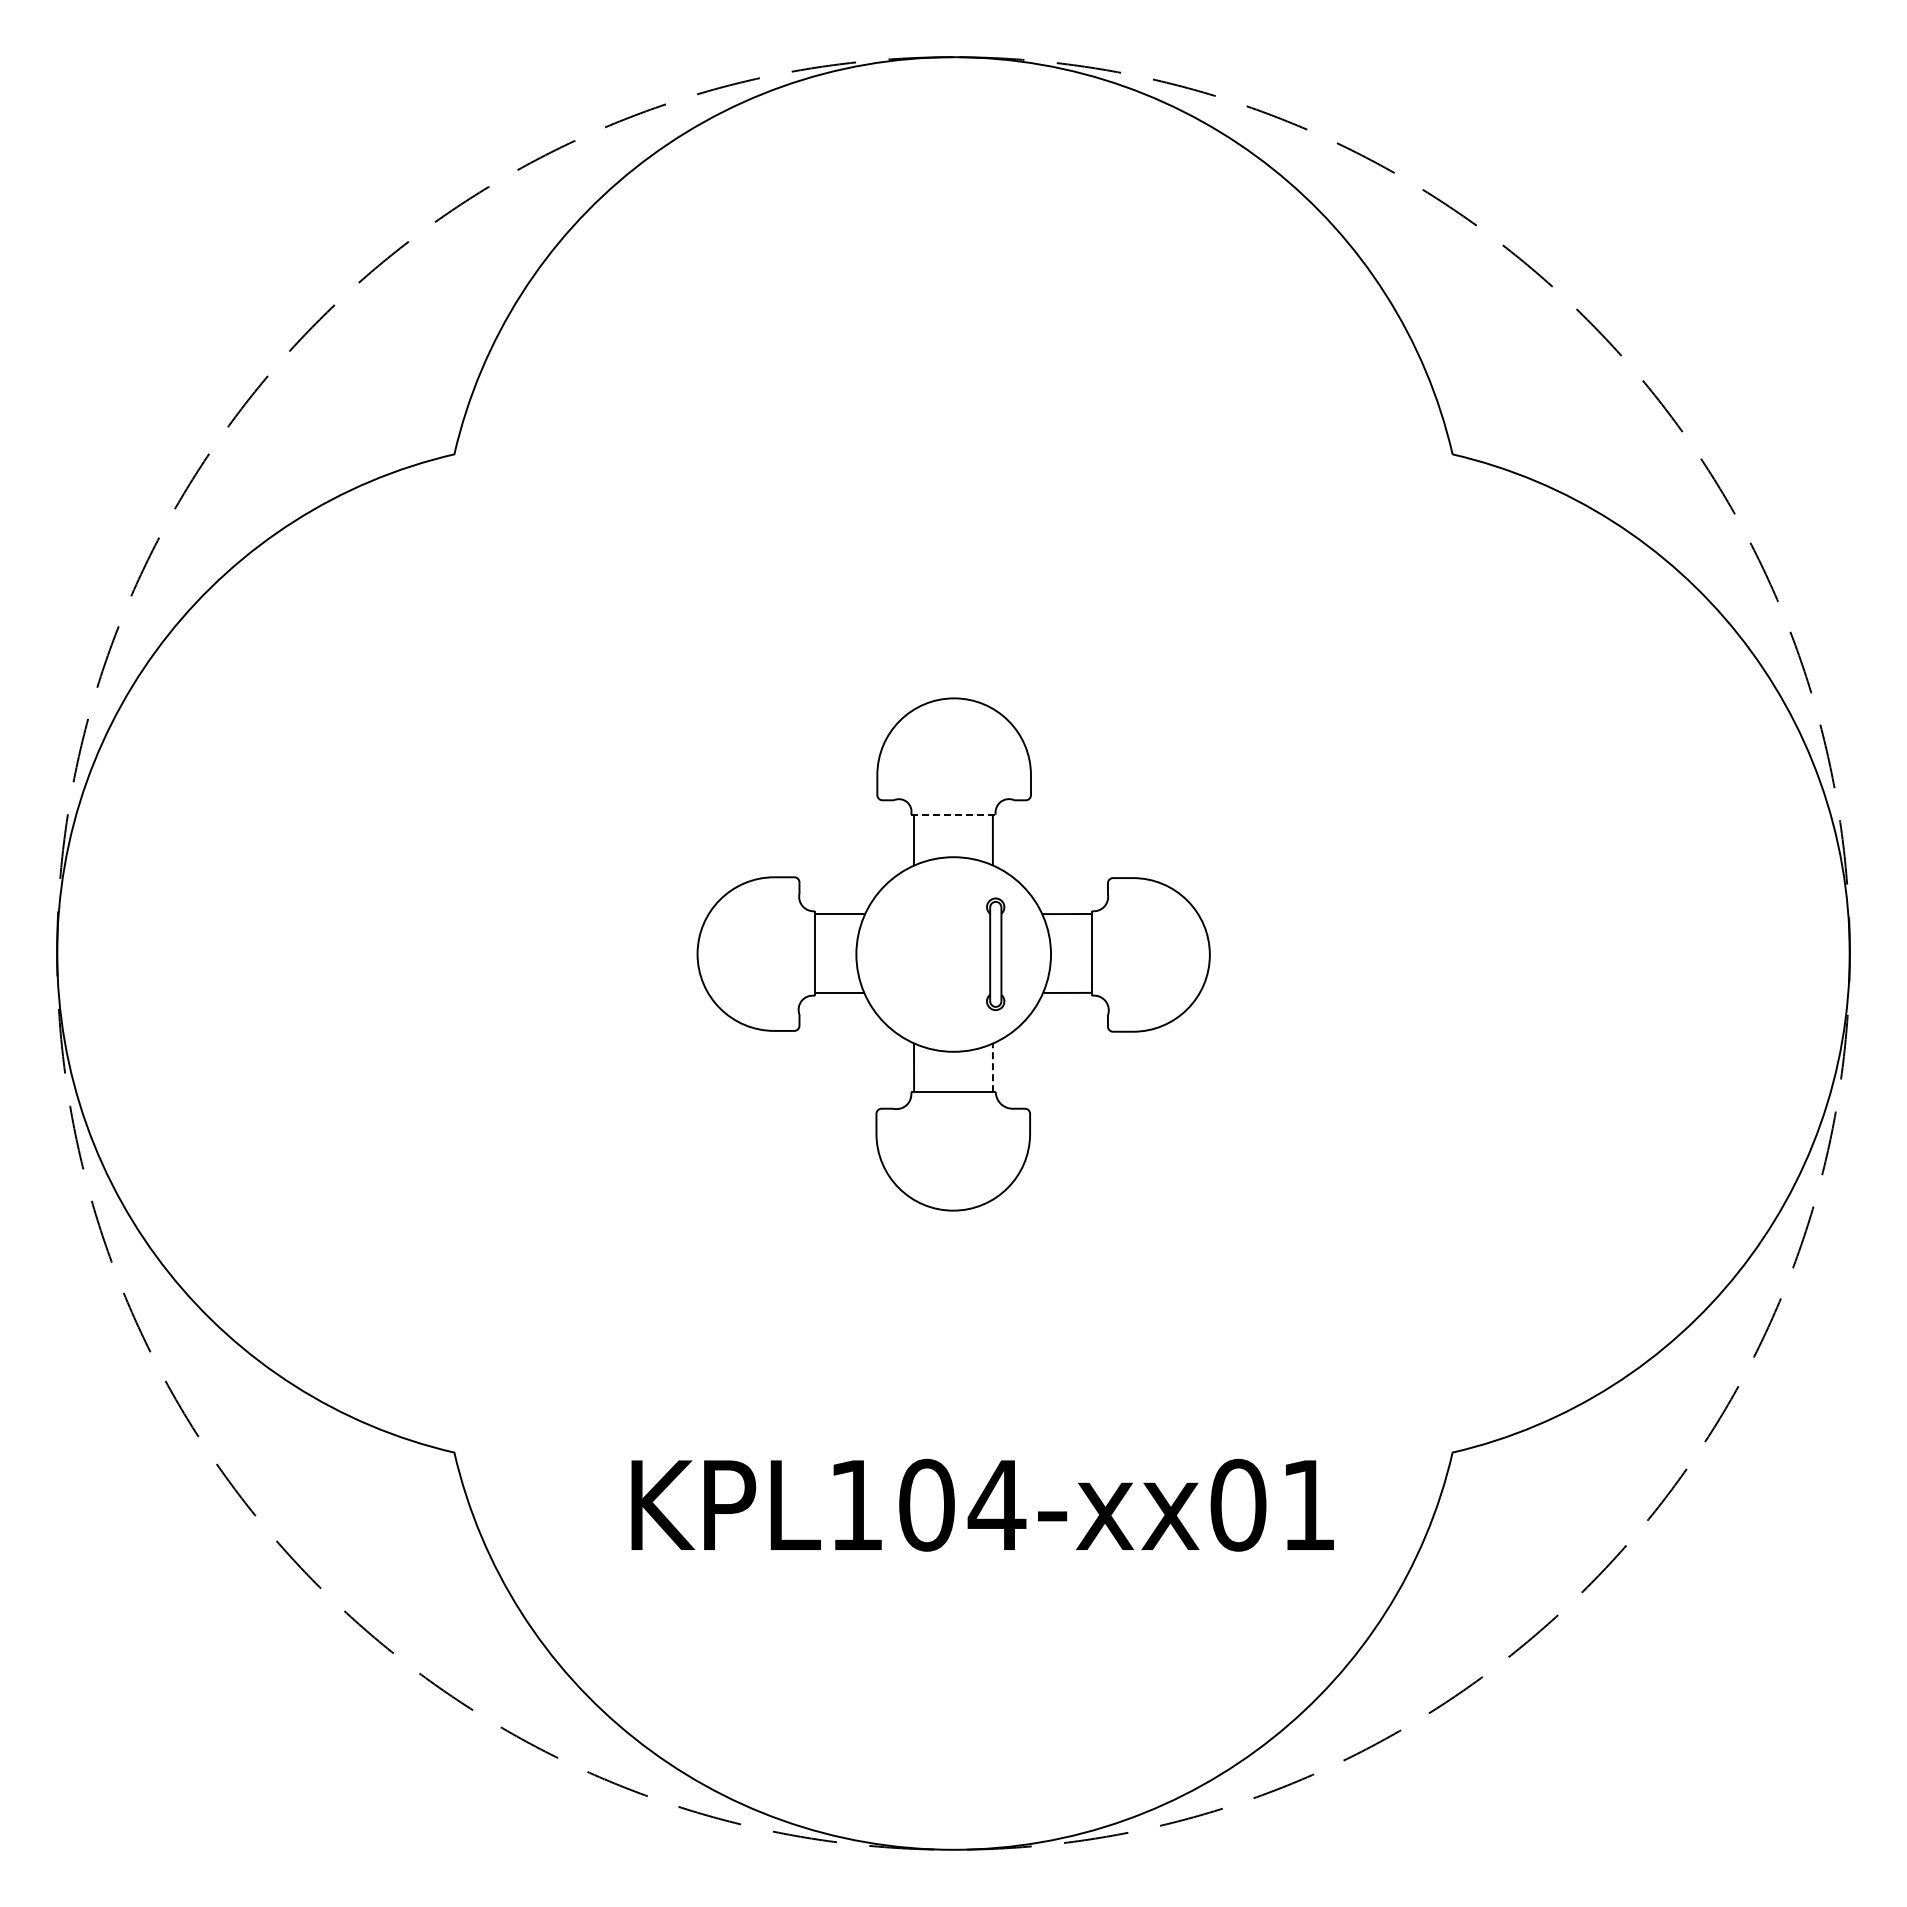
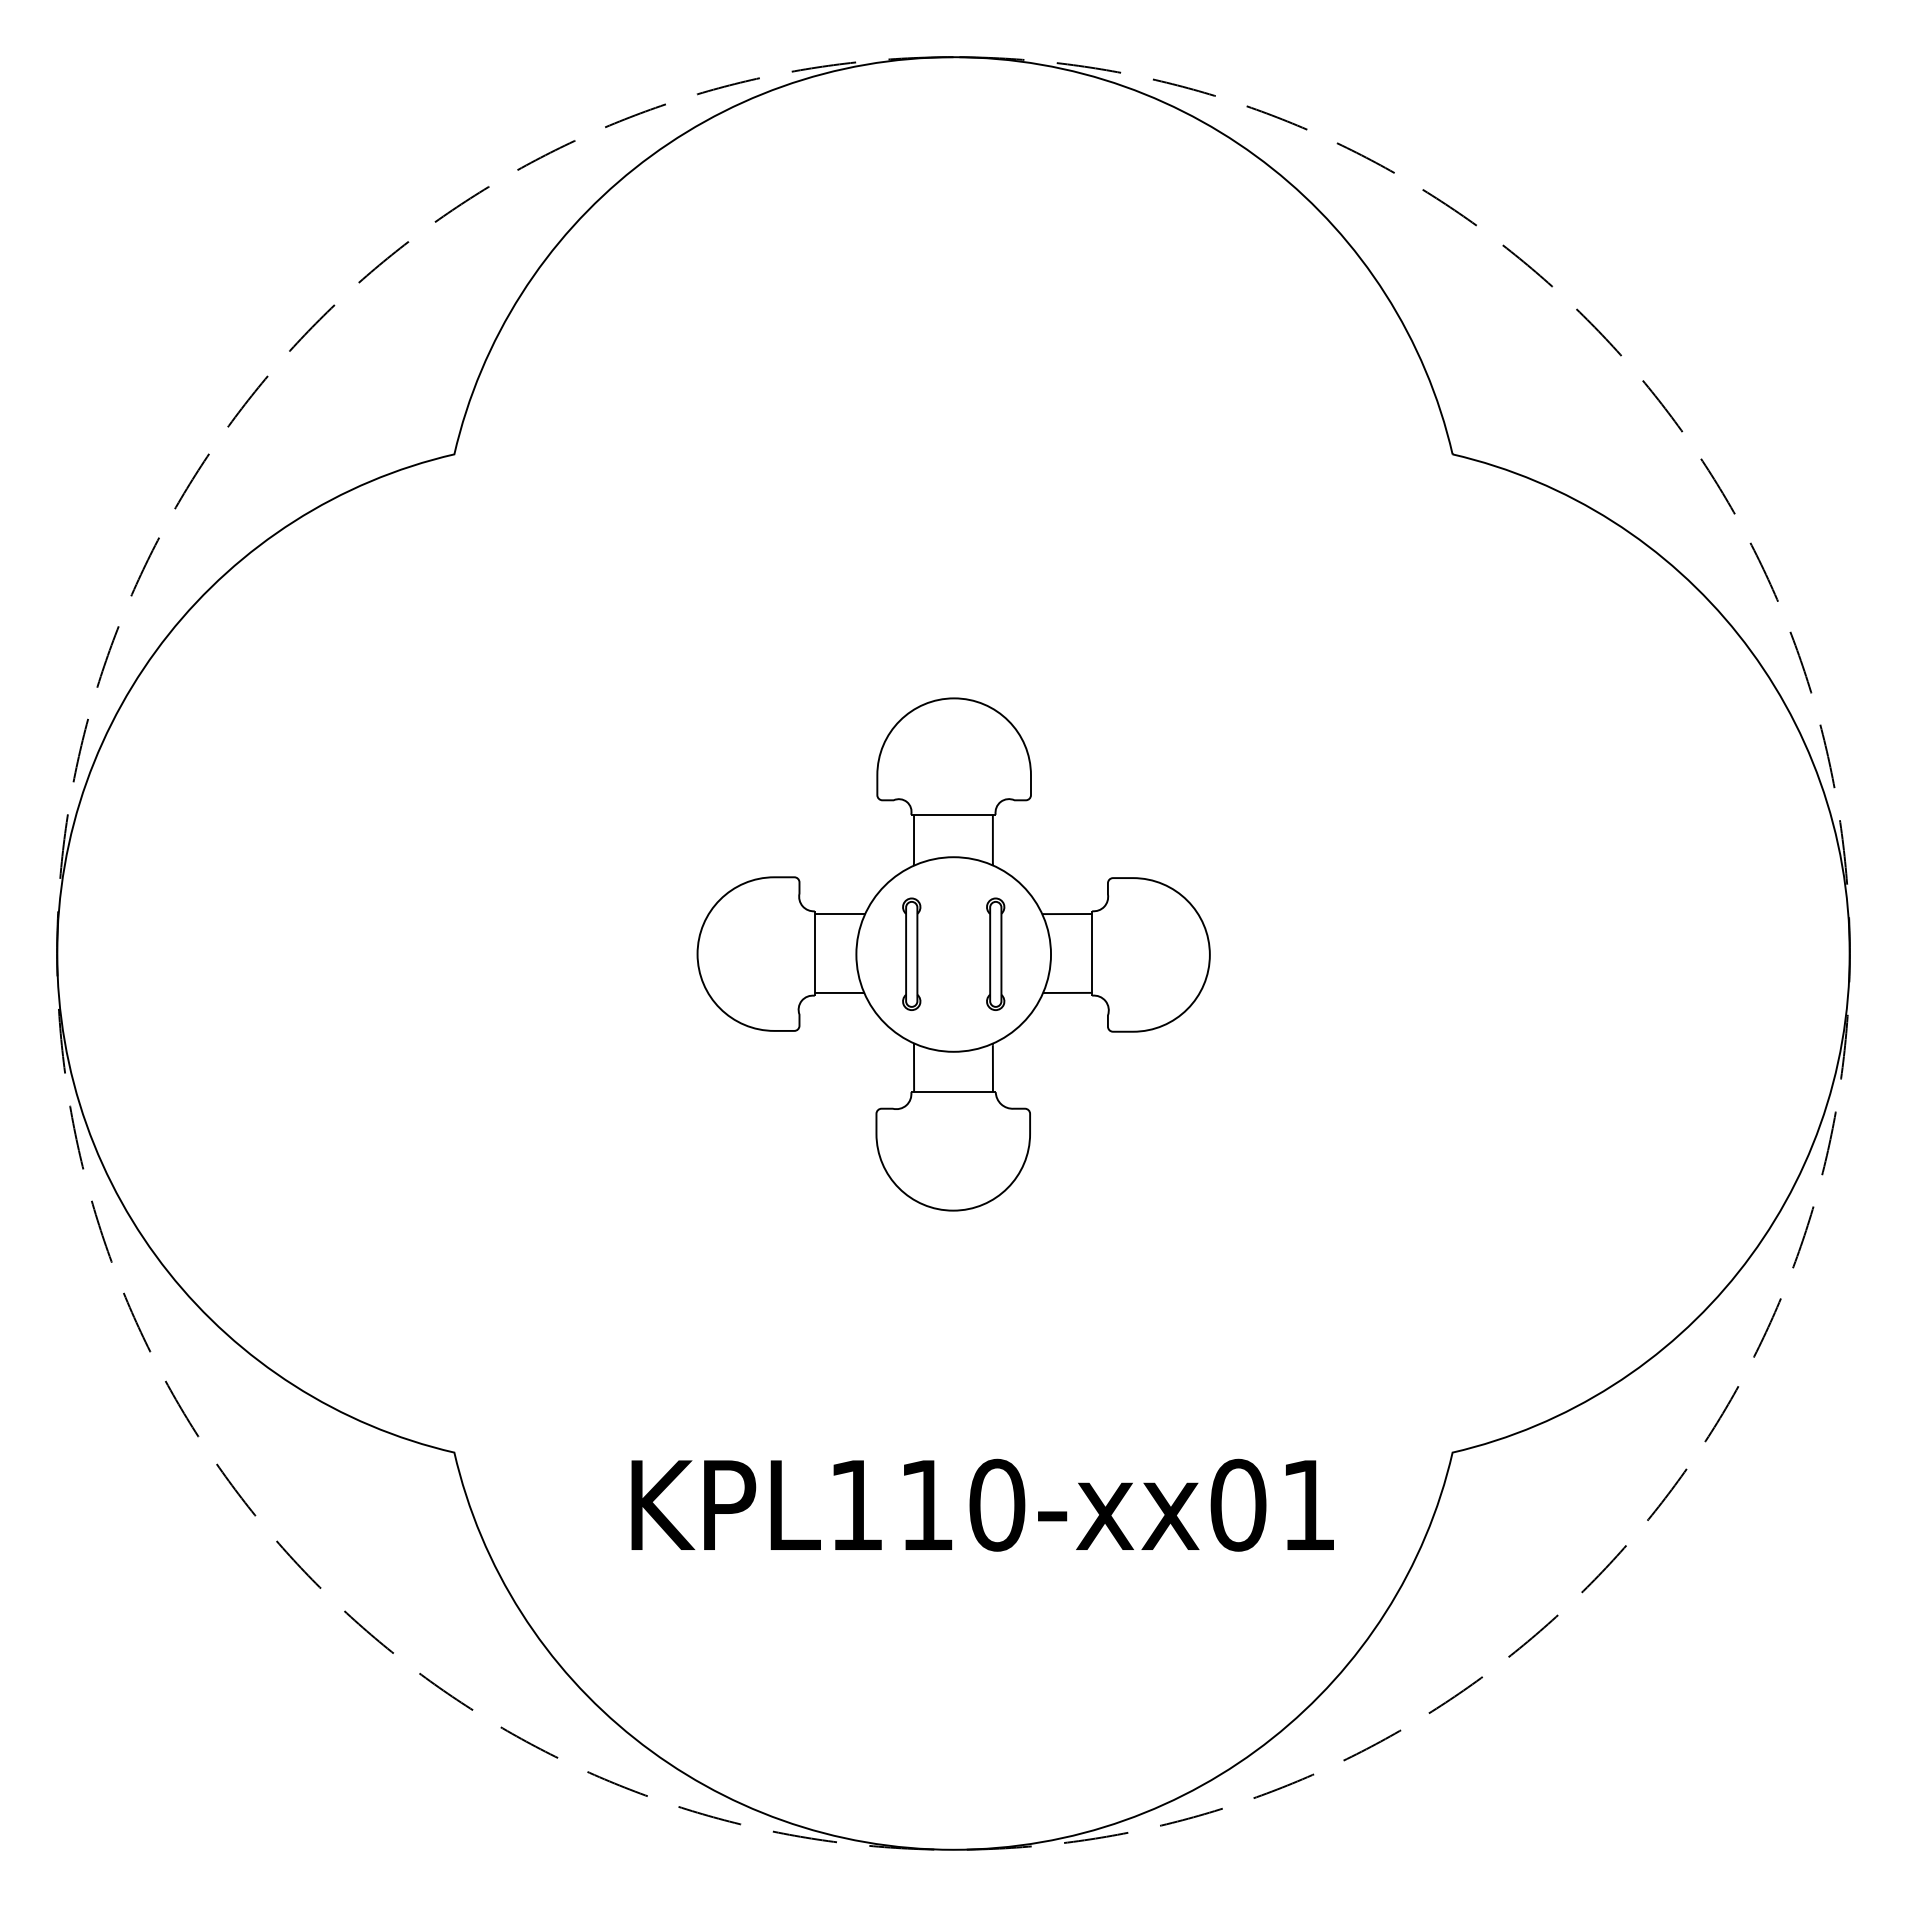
line at (953, 814): dashed -> solid
part at (911, 953): none -> present
line at (992, 1068): dashed -> solid
text at (962, 1504): KPL104-xx01 -> KPL110-xx01
